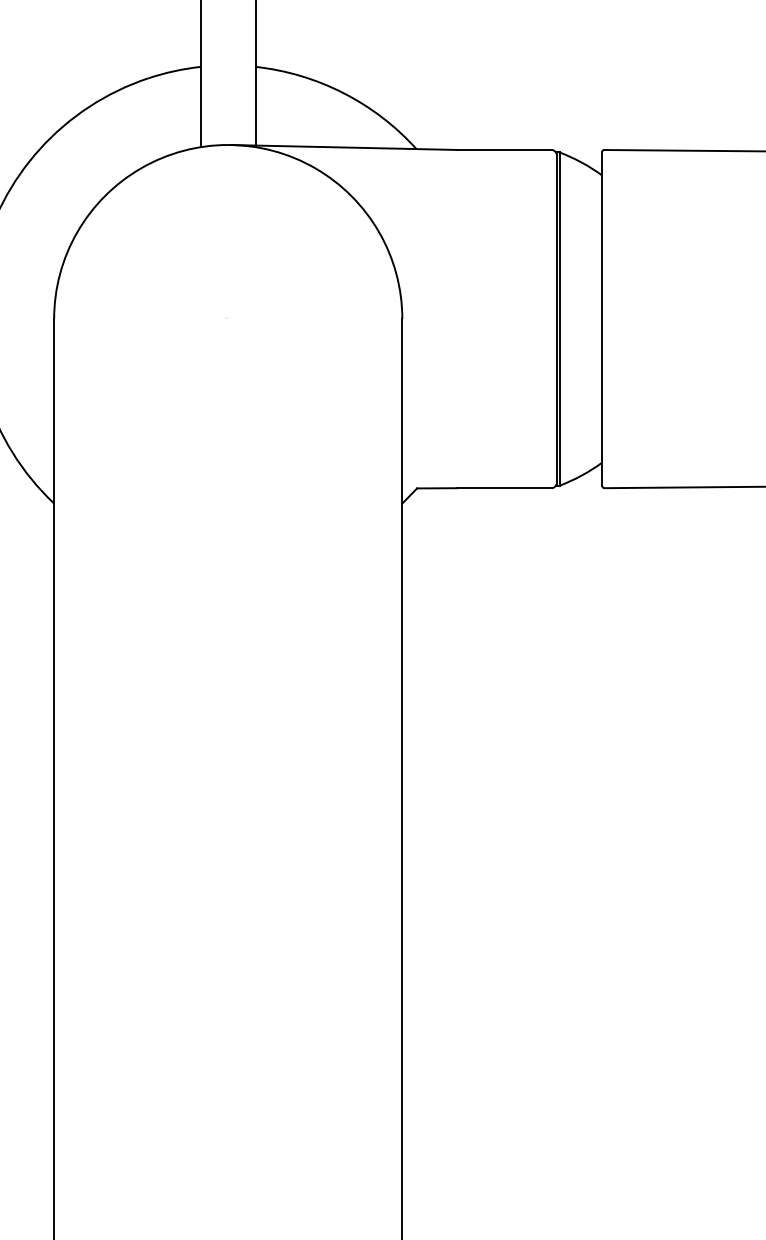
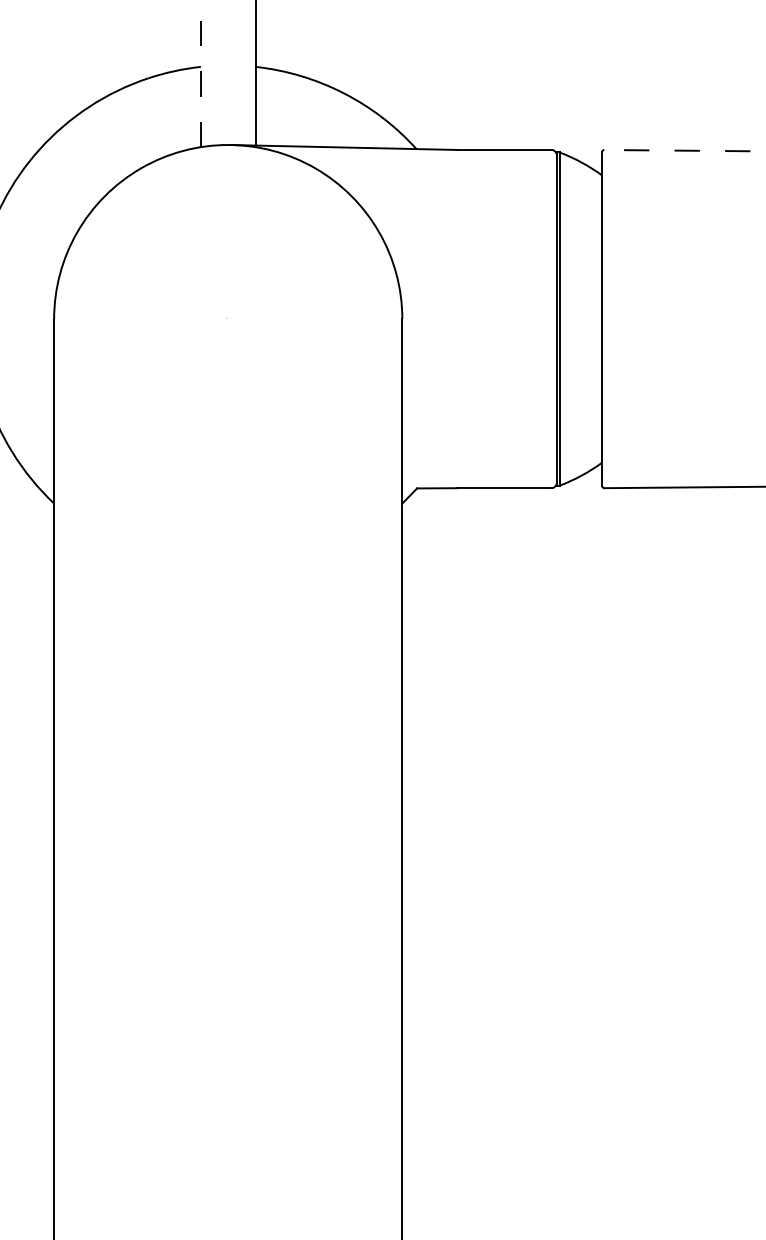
line at (200, 73): solid -> dashed
line at (685, 150): solid -> dashed
